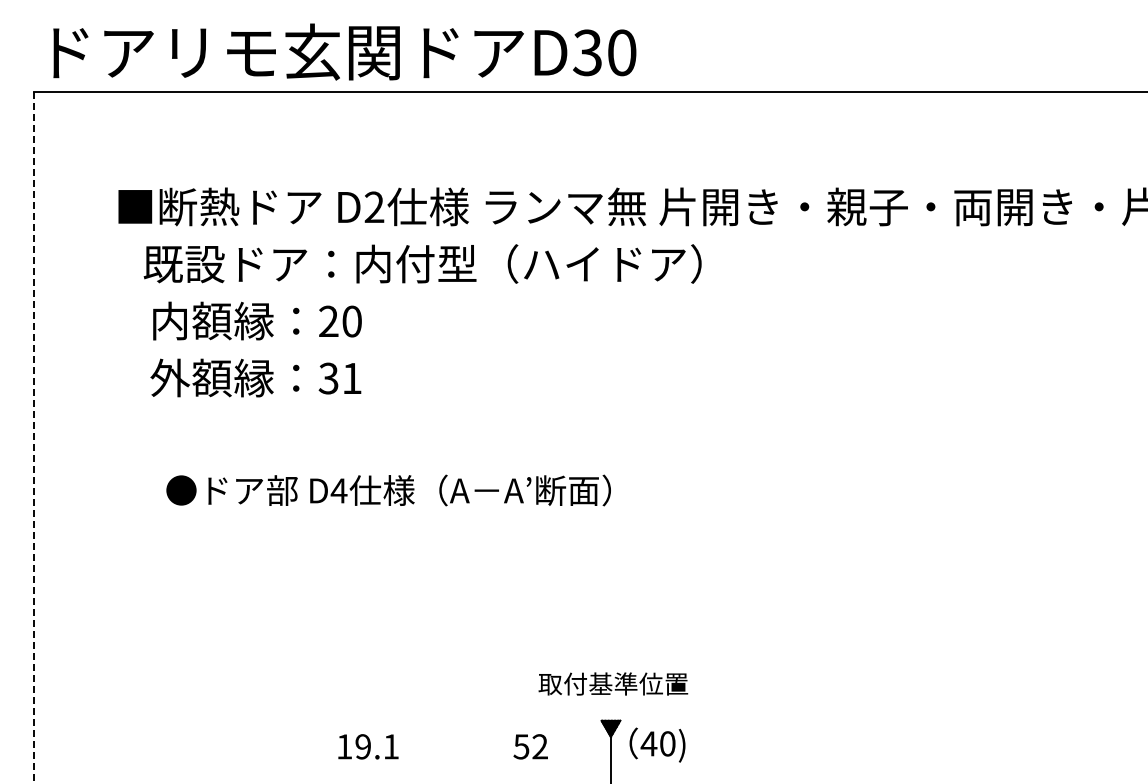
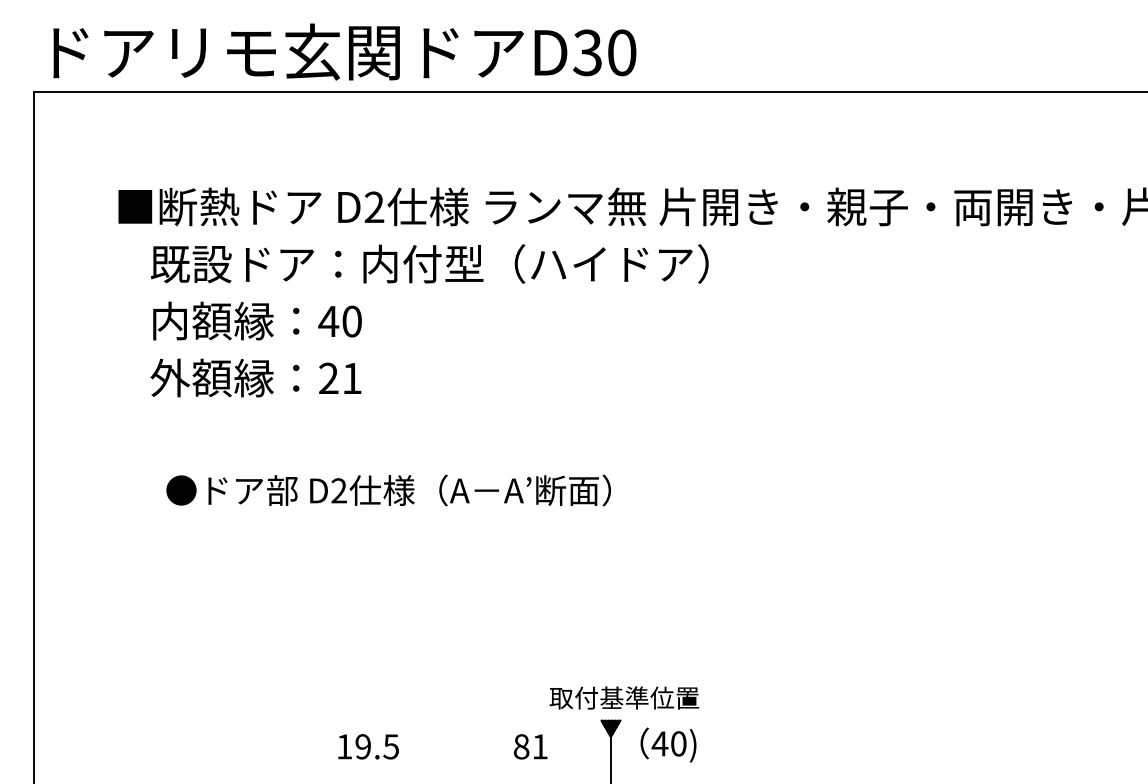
text at (422, 263) position: (422, 263) -> (429, 263)
text at (328, 320): 20 -> 40
text at (328, 378): 31 -> 21
line at (34, 437): dashed -> solid
text at (338, 490): D4 -> D2
text at (613, 683) position: (613, 683) -> (624, 697)
text at (657, 744) position: (657, 744) -> (668, 744)
text at (390, 746): 19.1 -> 19.5
text at (530, 746): 52 -> 81
